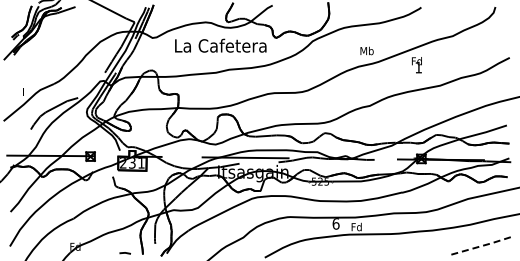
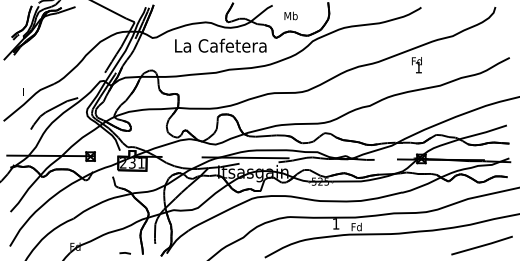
text at (366, 50) position: (366, 50) -> (290, 15)
text at (335, 223): 6 -> 1
line at (482, 245): dashed -> solid
